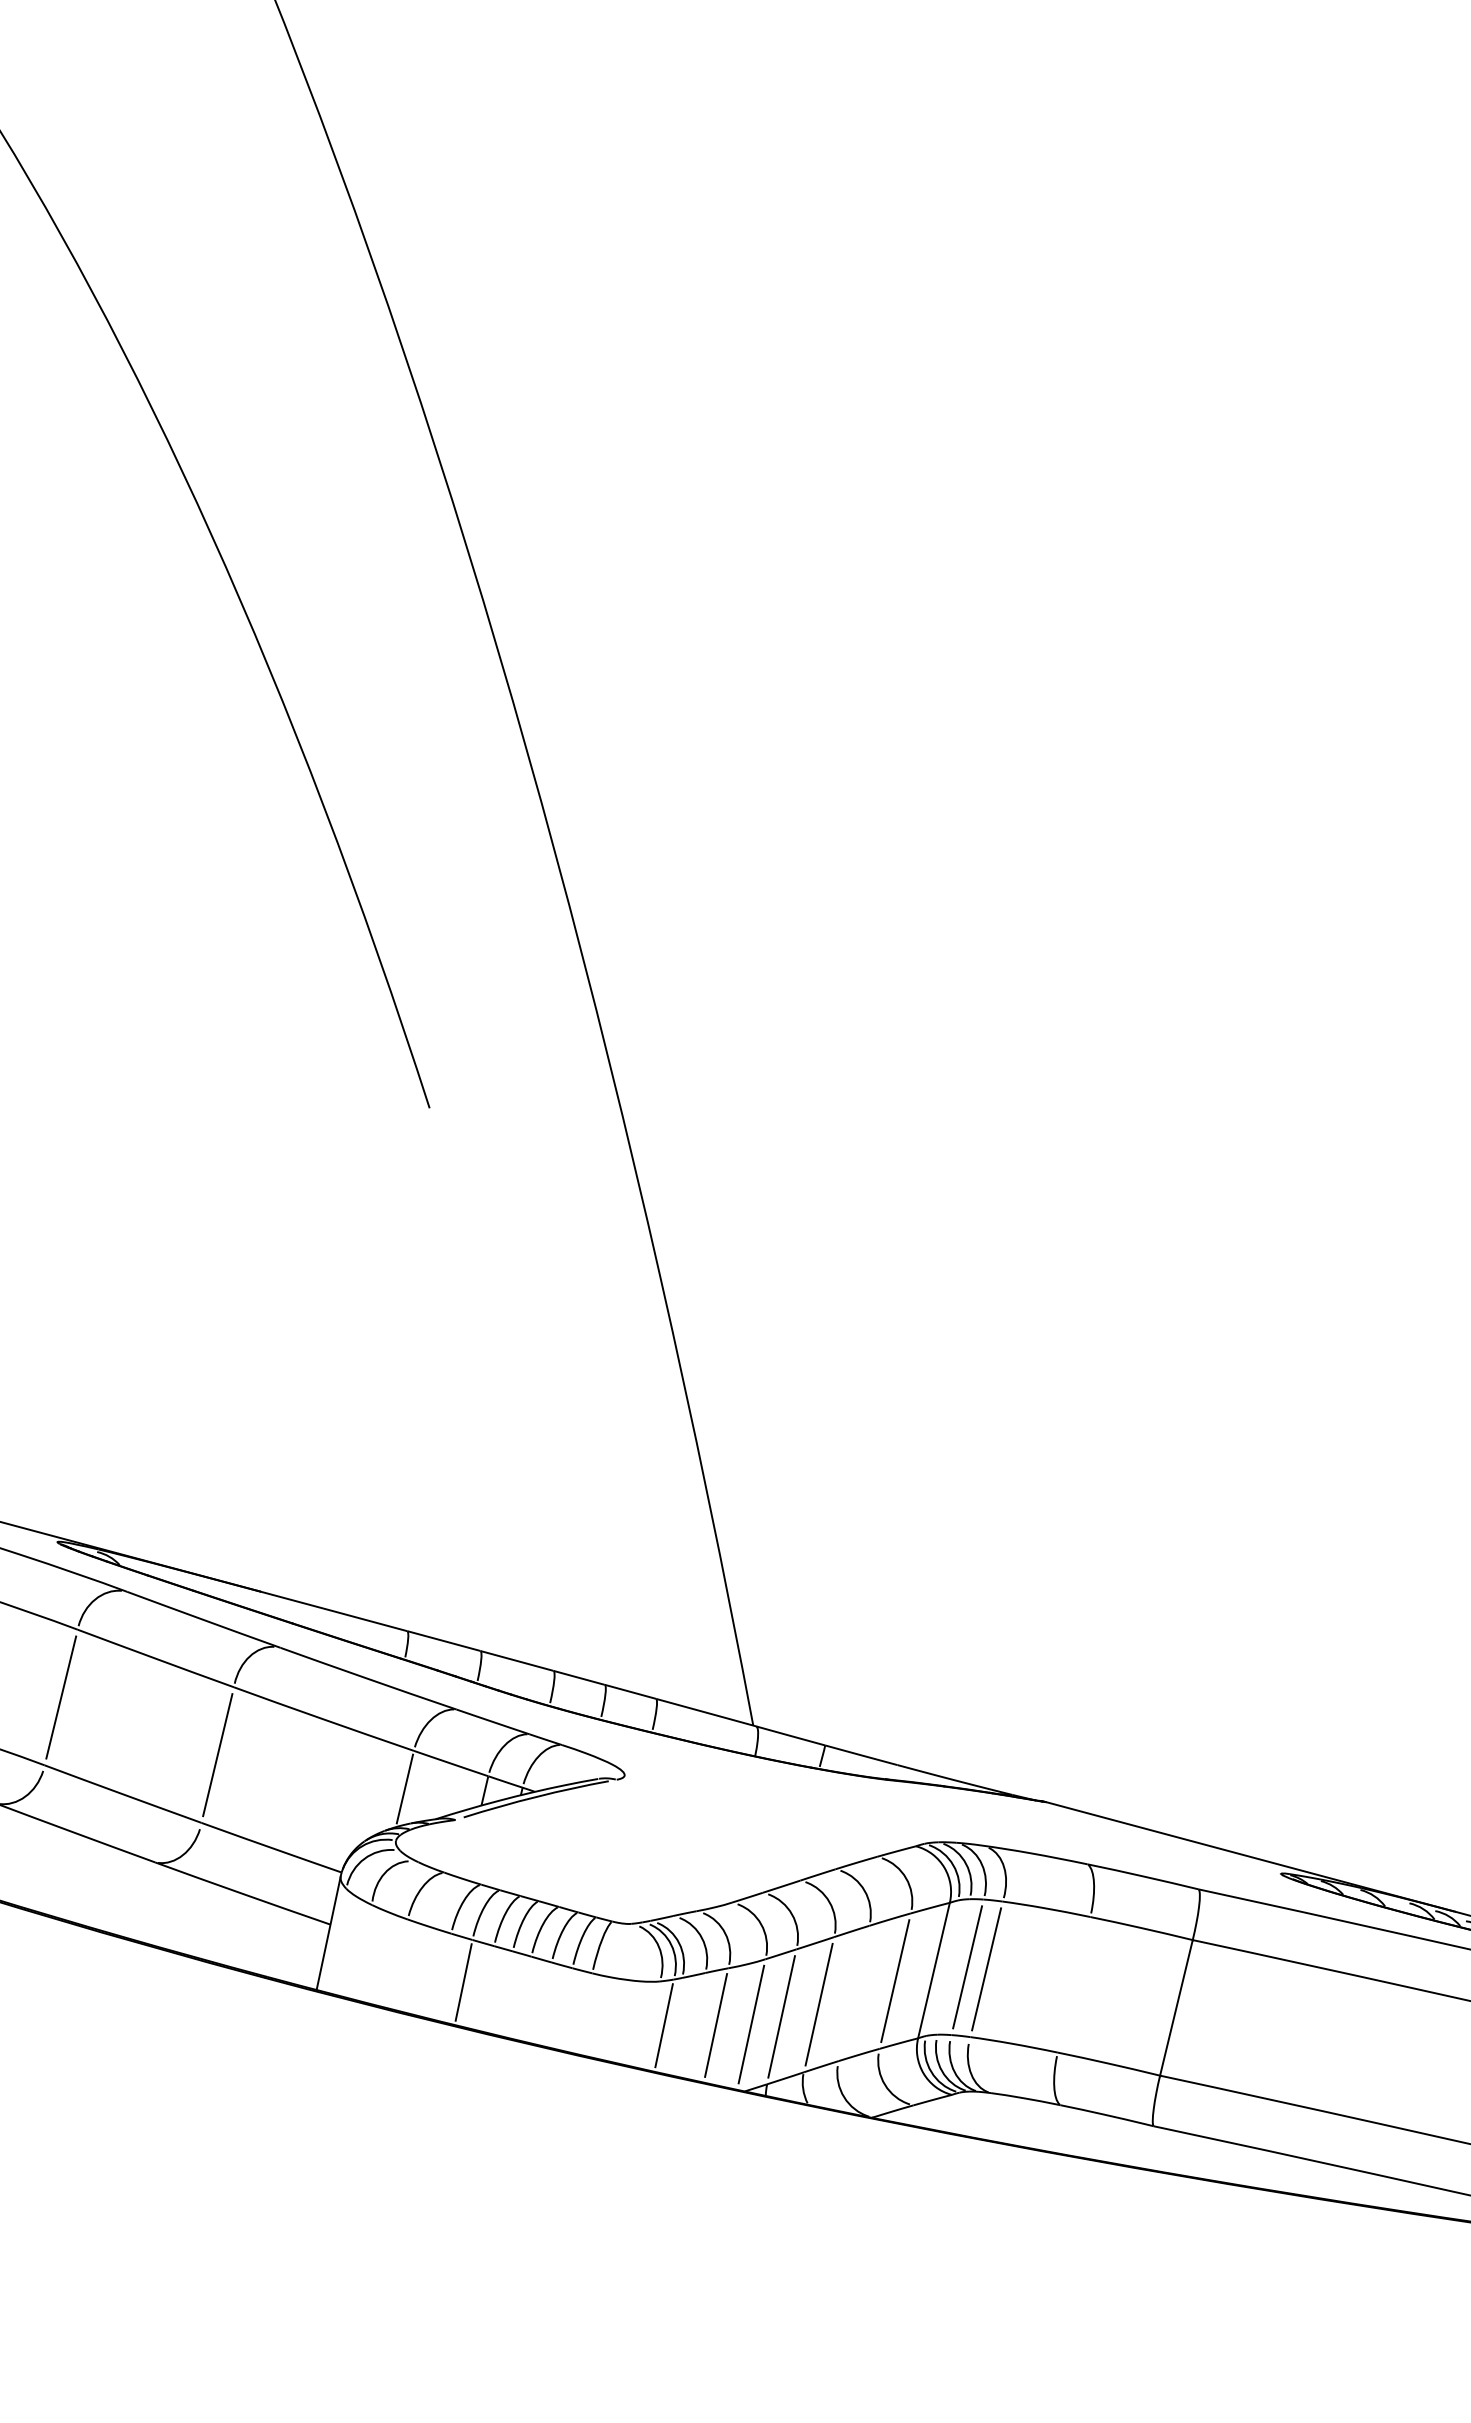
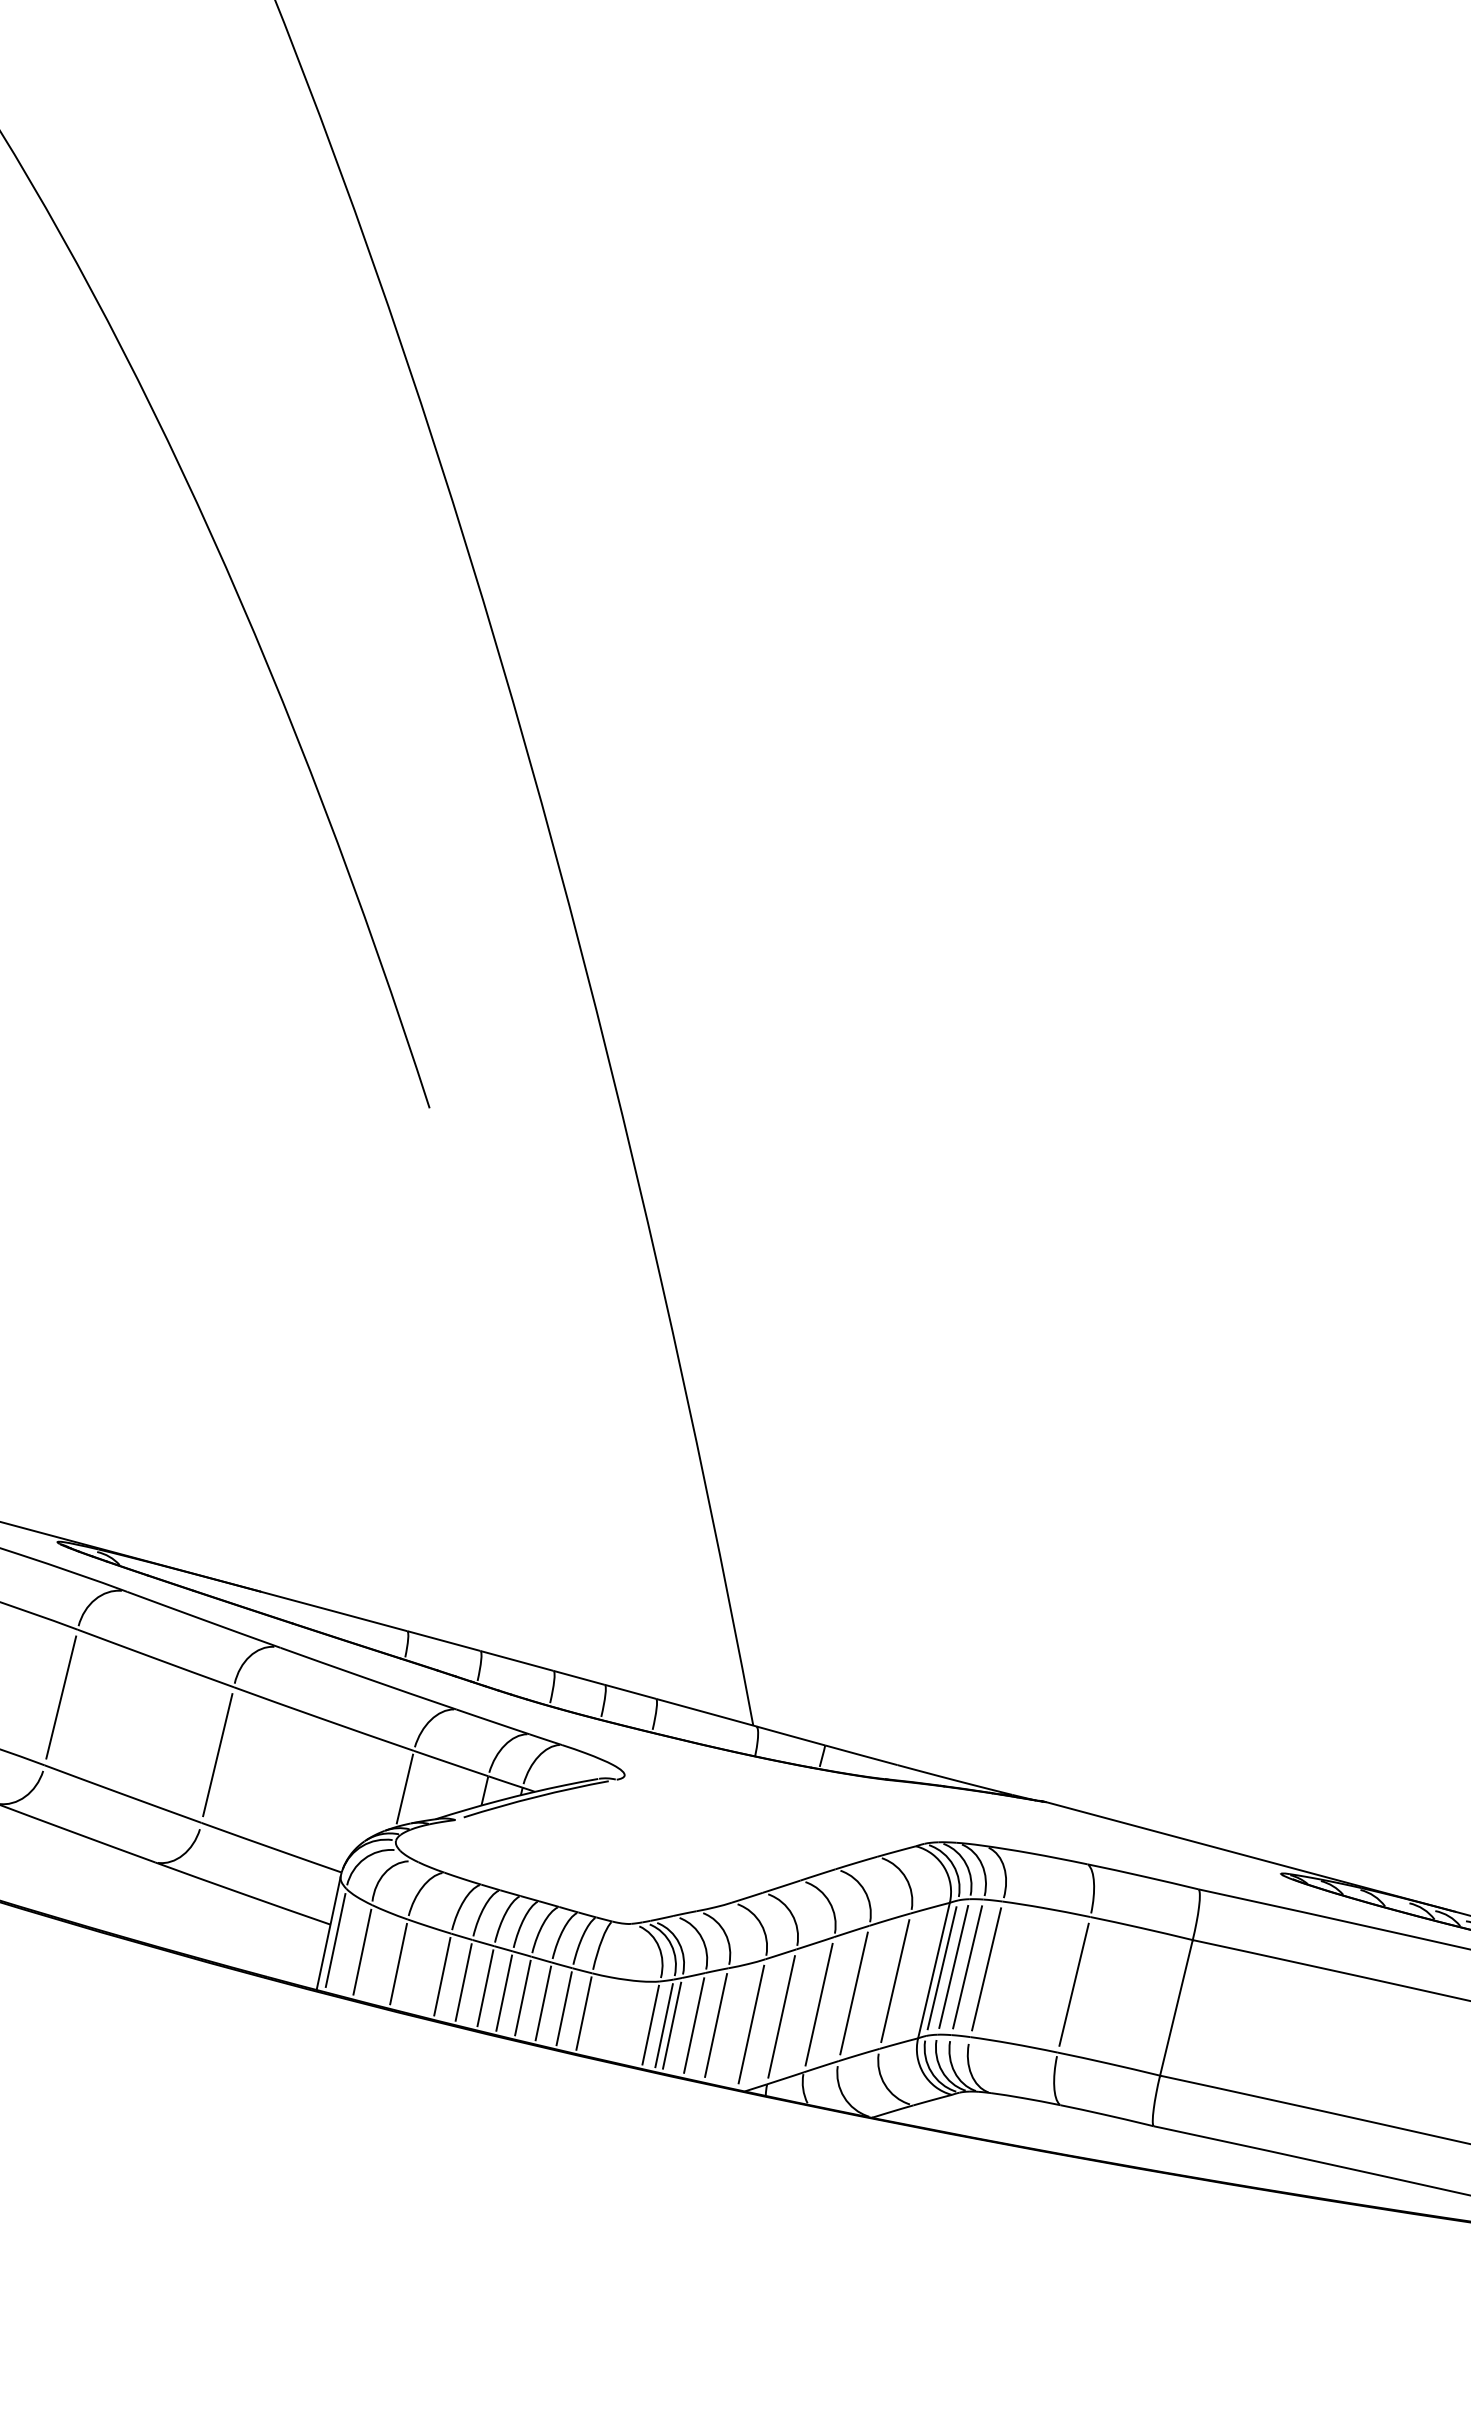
line at (335, 1940): none -> present
line at (362, 1951): none -> present
line at (398, 1963): none -> present
line at (953, 1966): none -> present
line at (941, 1968): none -> present
line at (442, 1976): none -> present
line at (1073, 1984): none -> present
line at (485, 1988): none -> present
line at (504, 1992): none -> present
line at (853, 1993): none -> present
line at (522, 1997): none -> present
line at (543, 2003): none -> present
line at (563, 2008): none -> present
line at (583, 2013): none -> present
line at (650, 2024): none -> present
line at (672, 2025): none -> present
line at (694, 2025): none -> present
